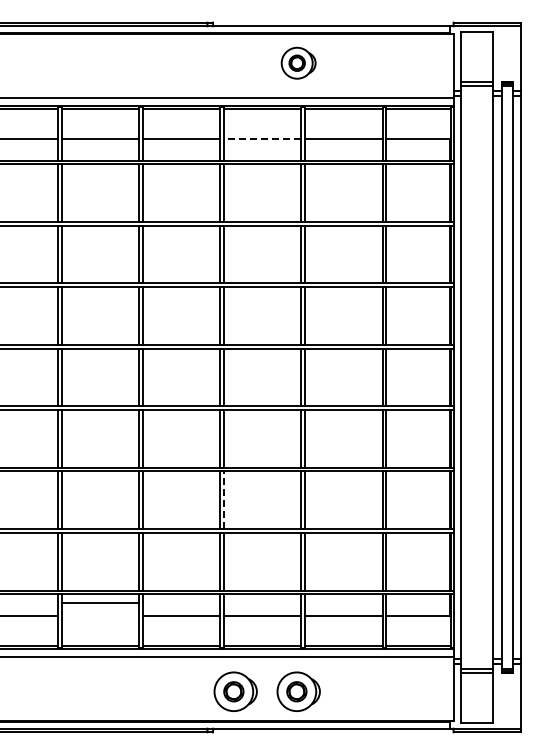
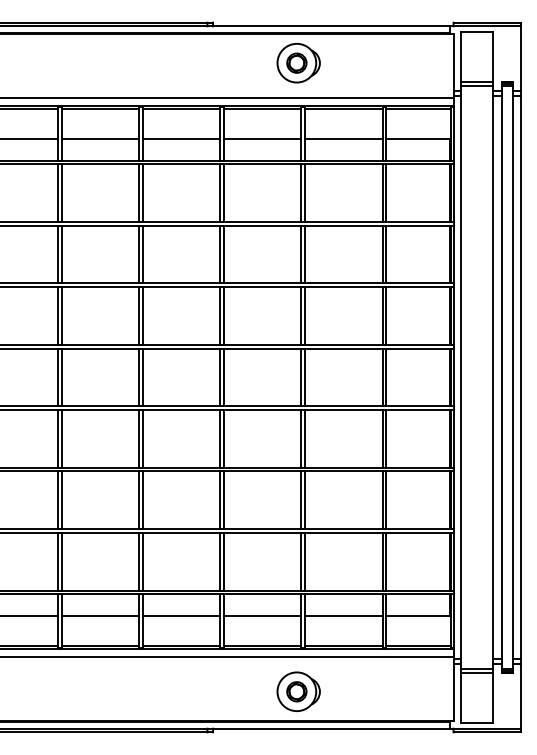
part at (298, 62) size: 37x34 px -> 45x41 px
line at (262, 138): dashed -> solid
line at (224, 500): dashed -> solid
line at (100, 603) position: (100, 603) -> (100, 616)
part at (235, 691): present -> none
